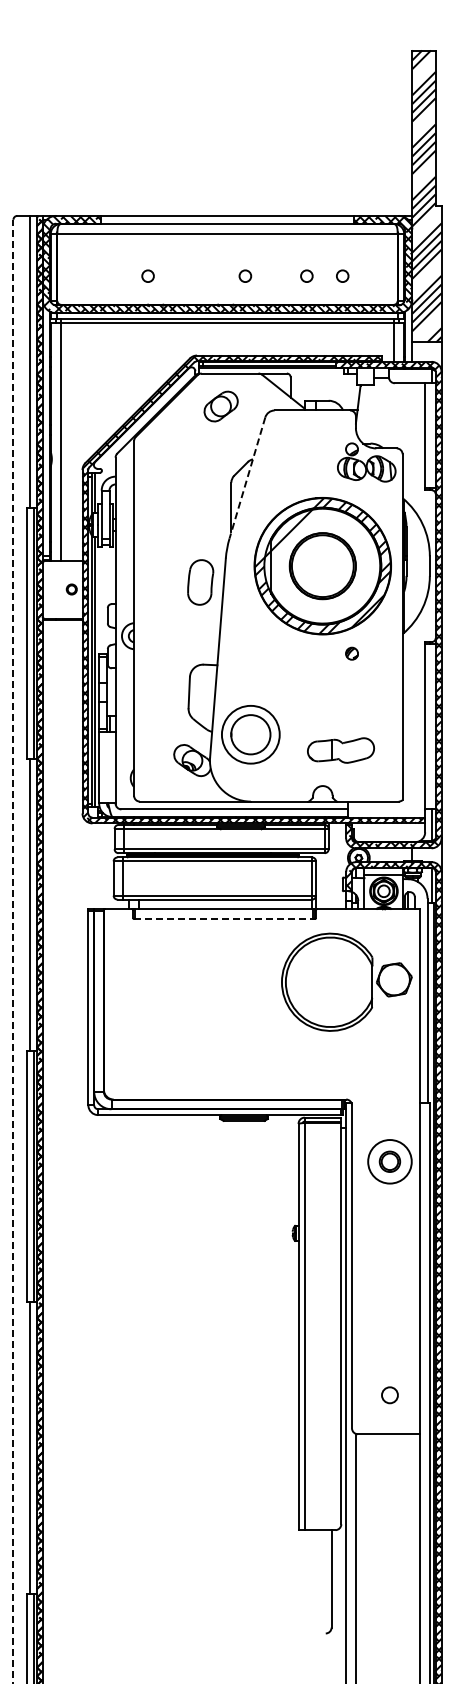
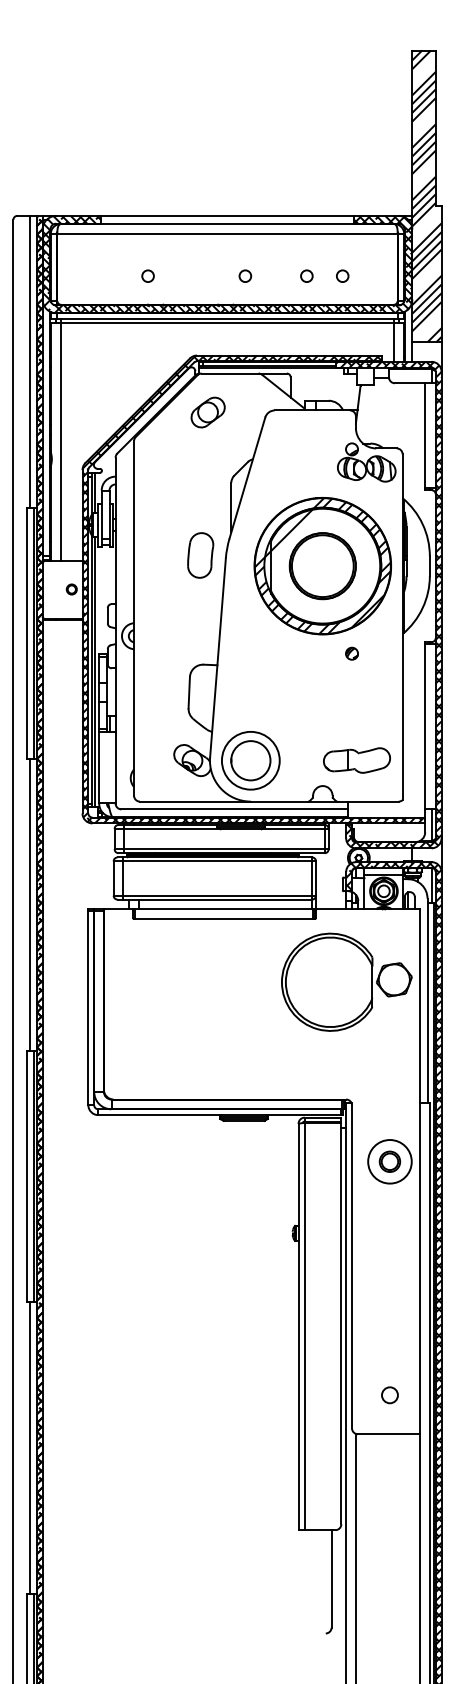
part at (220, 406) position: (220, 406) -> (207, 412)
line at (247, 478): dashed -> solid
part at (200, 582) position: (200, 582) -> (200, 555)
part at (250, 734) position: (250, 734) -> (250, 760)
part at (340, 750) position: (340, 750) -> (356, 760)
line at (225, 919): dashed -> solid
line at (13, 951): dashed -> solid
